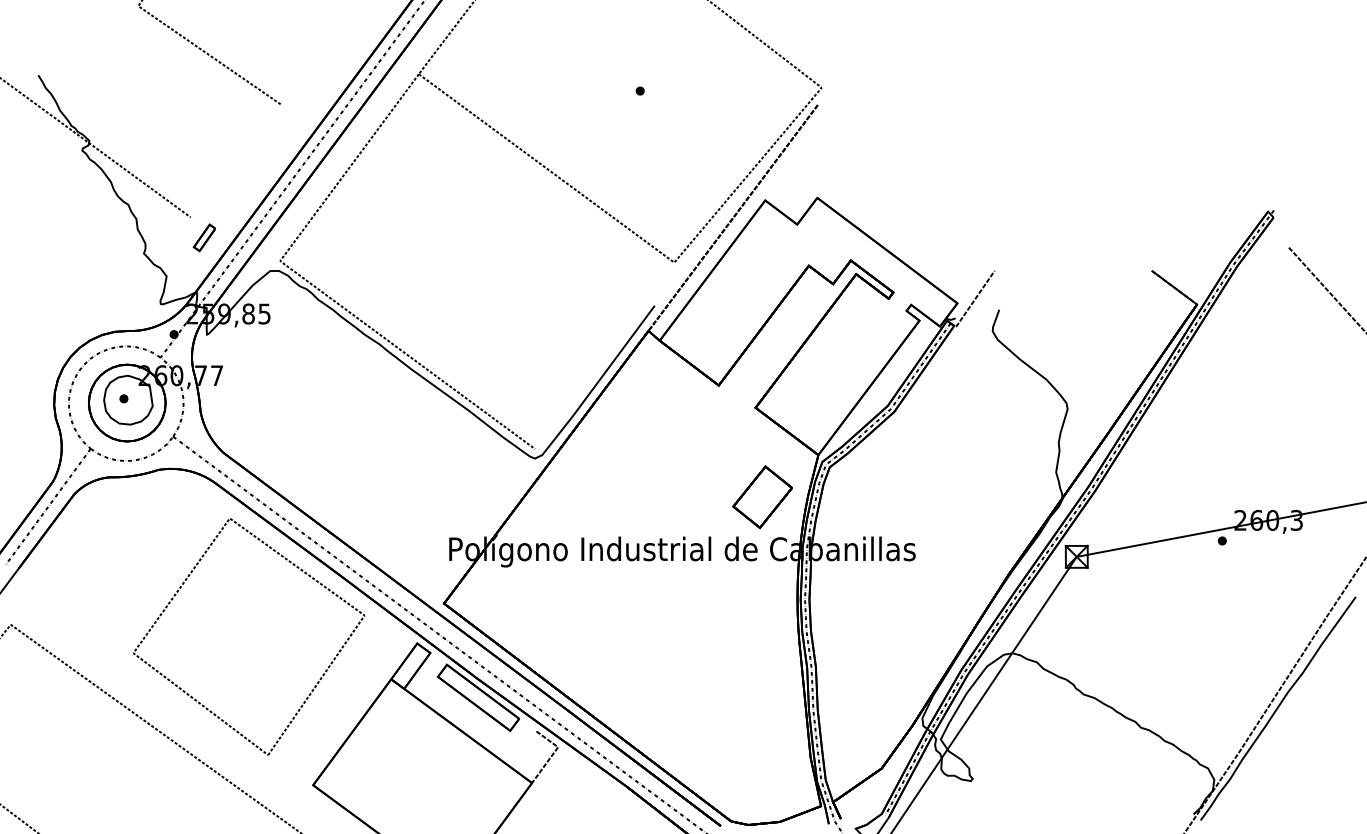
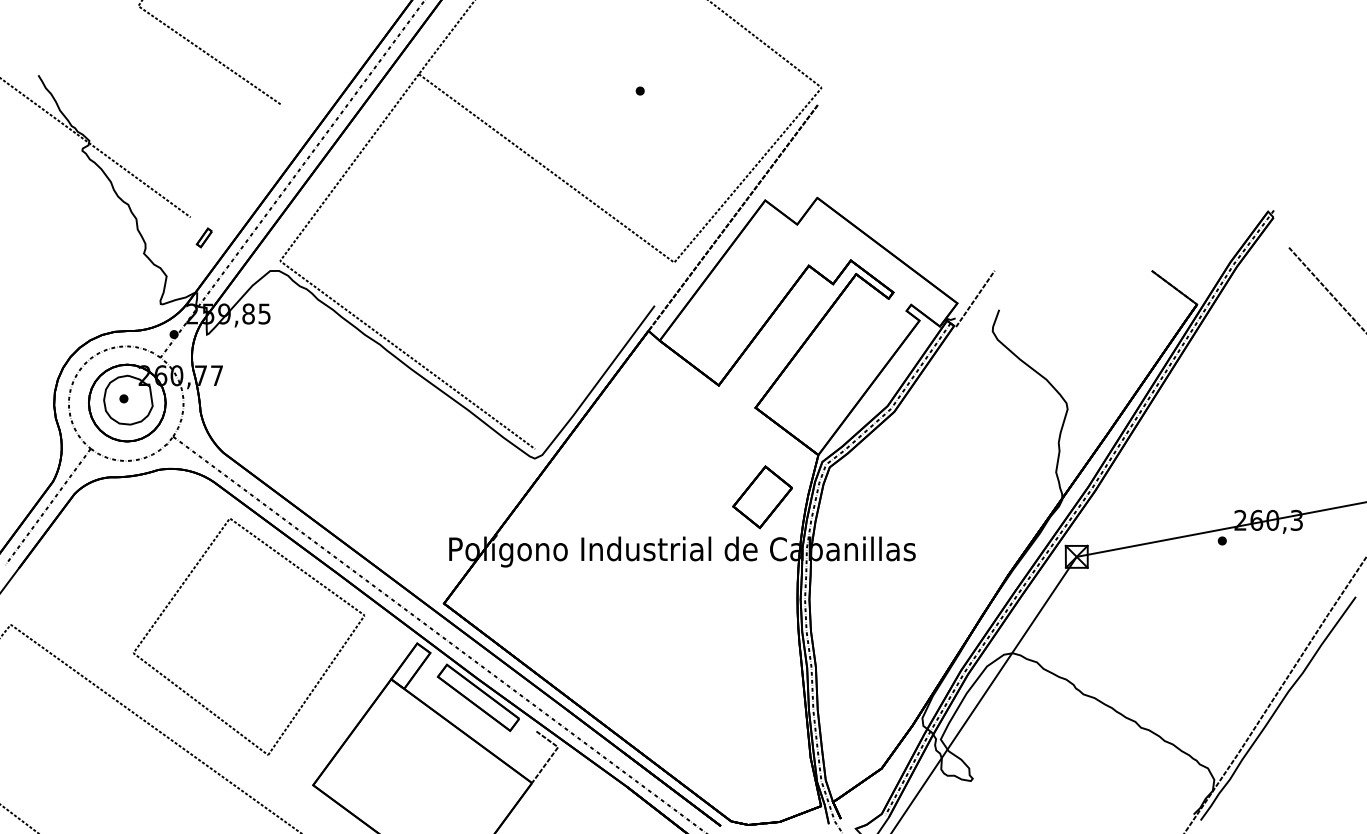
part at (203, 237) size: 24x30 px -> 18x22 px
